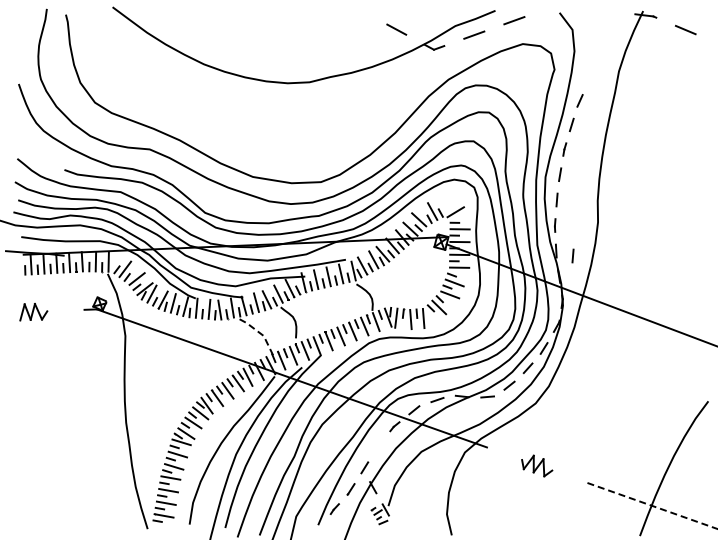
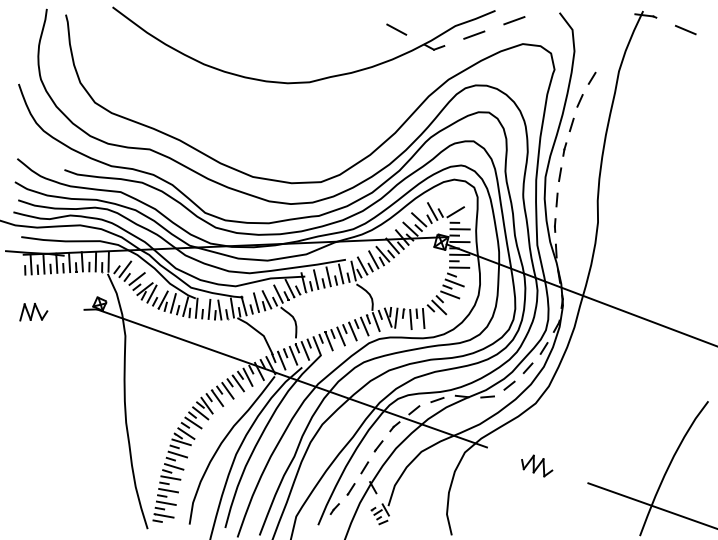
line at (591, 77): none -> present
line at (572, 255): present -> none
line at (259, 332): dashed -> solid
line at (378, 446): none -> present
line at (652, 505): dashed -> solid
